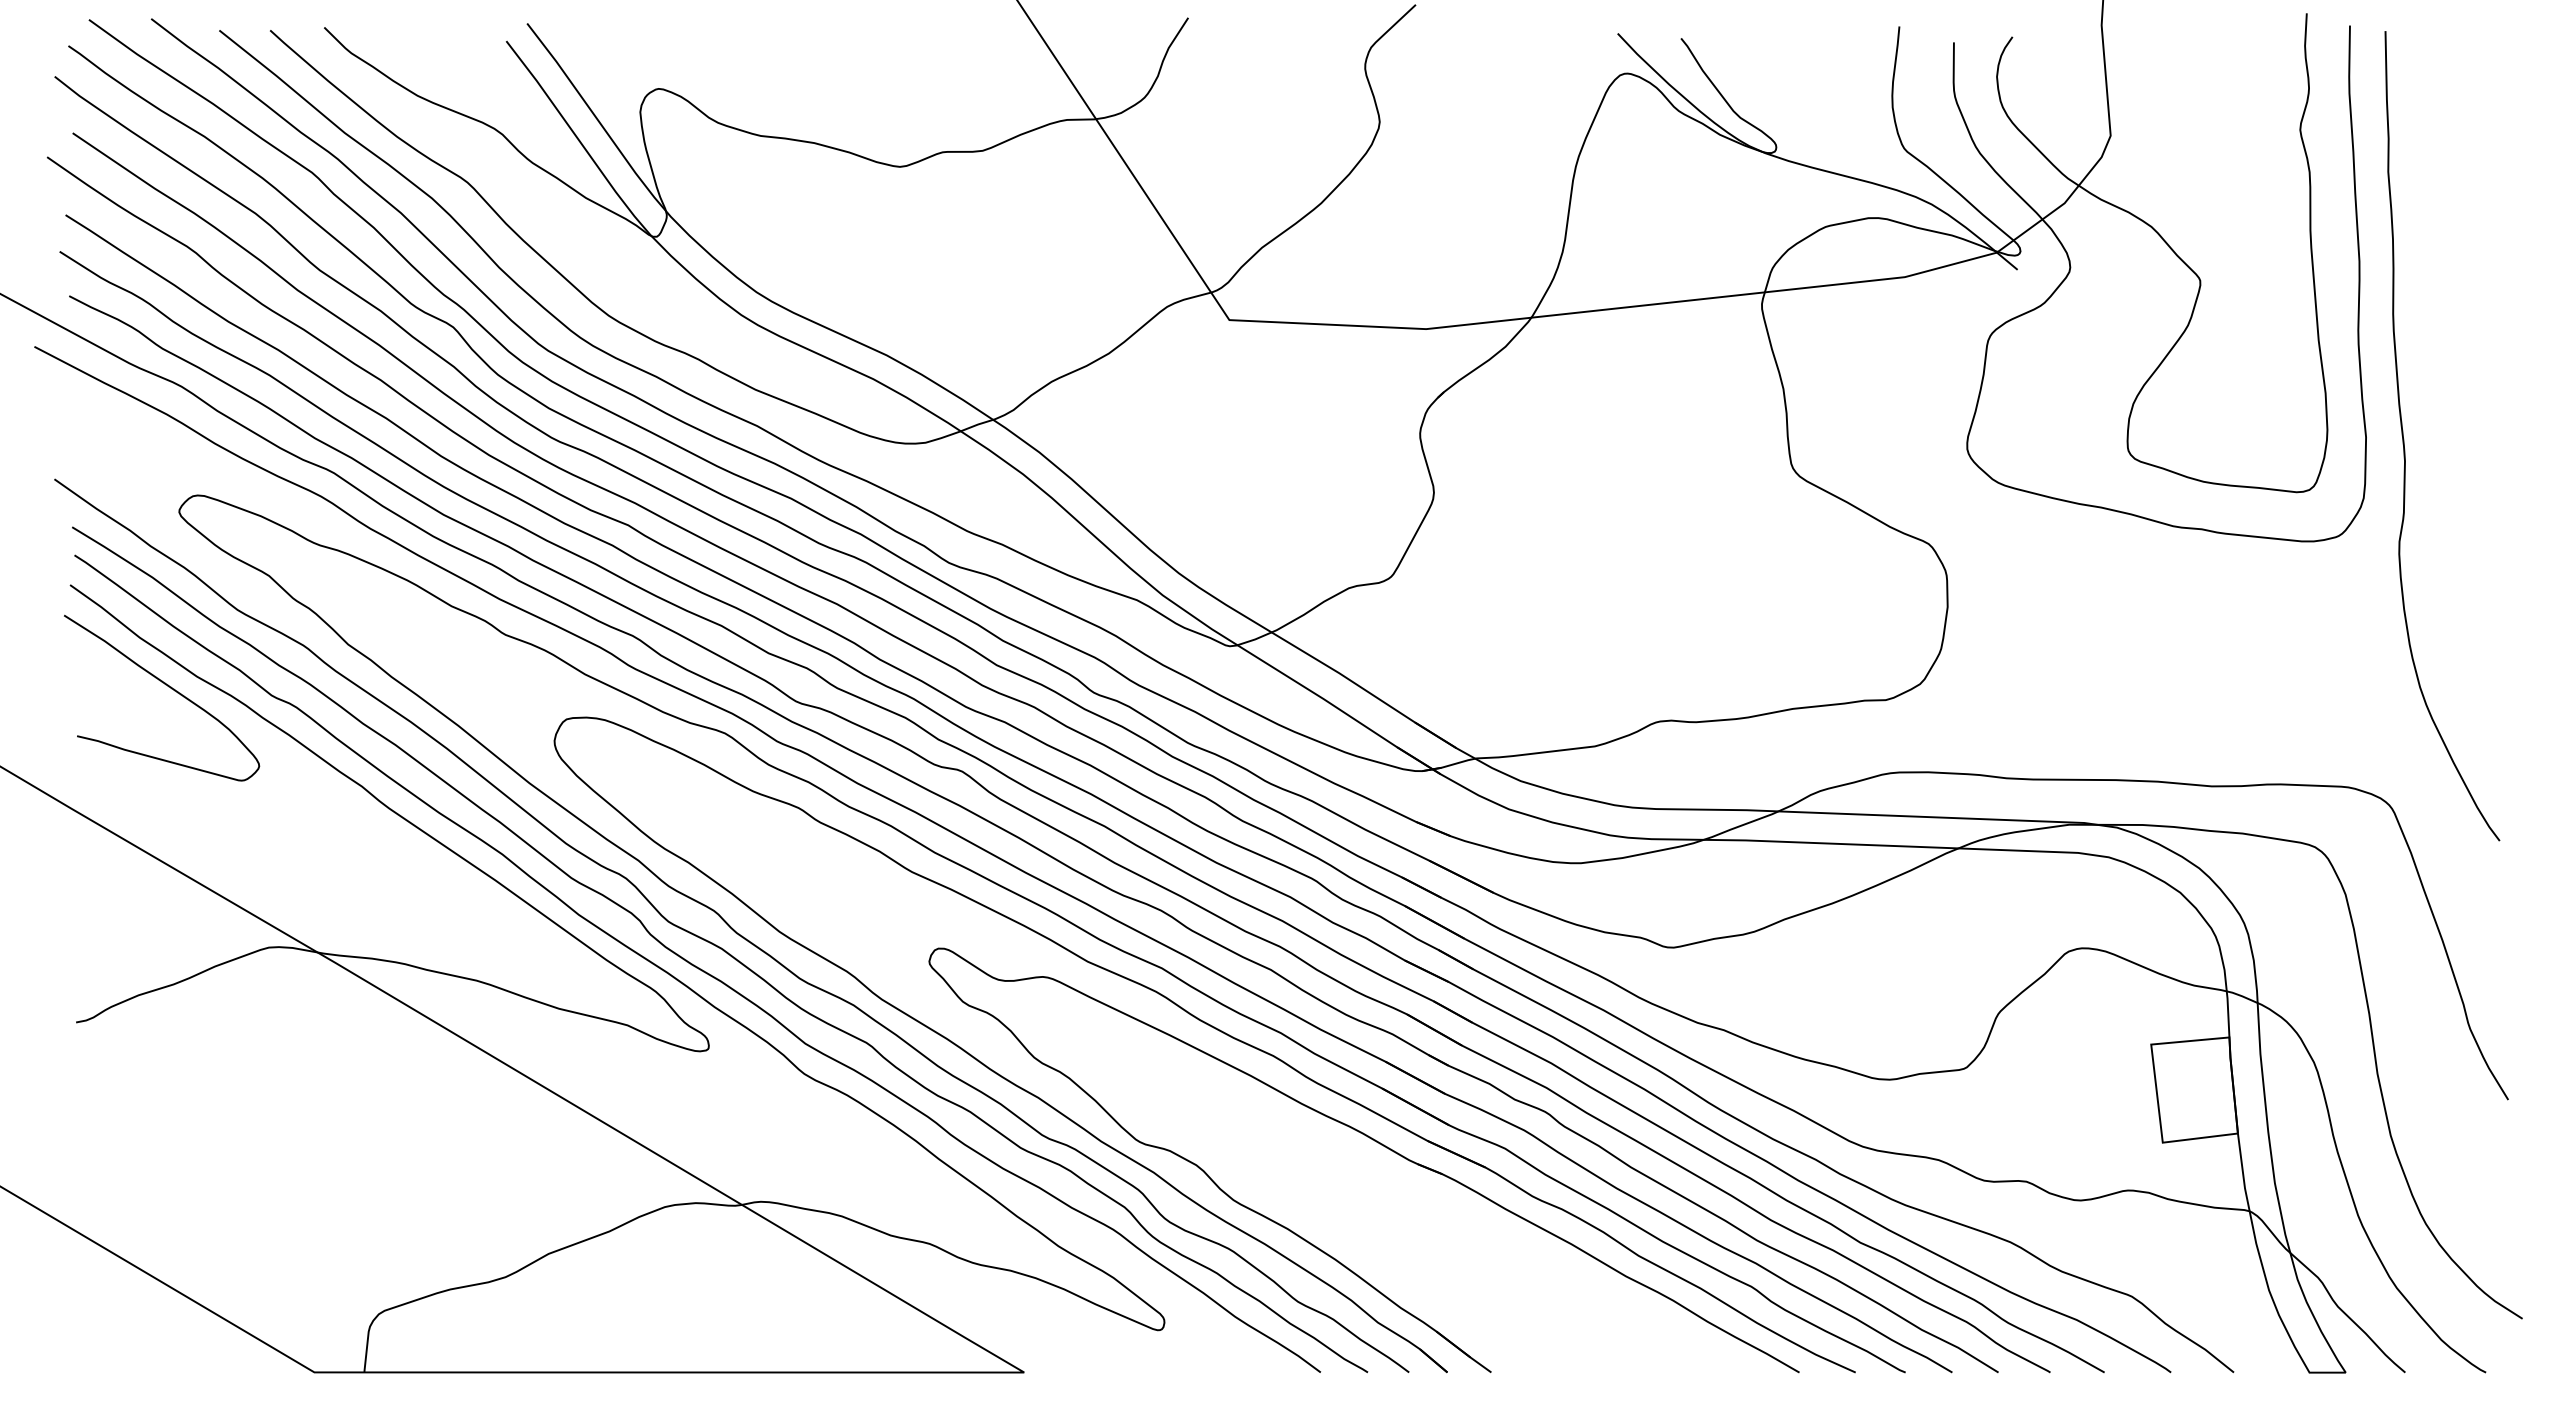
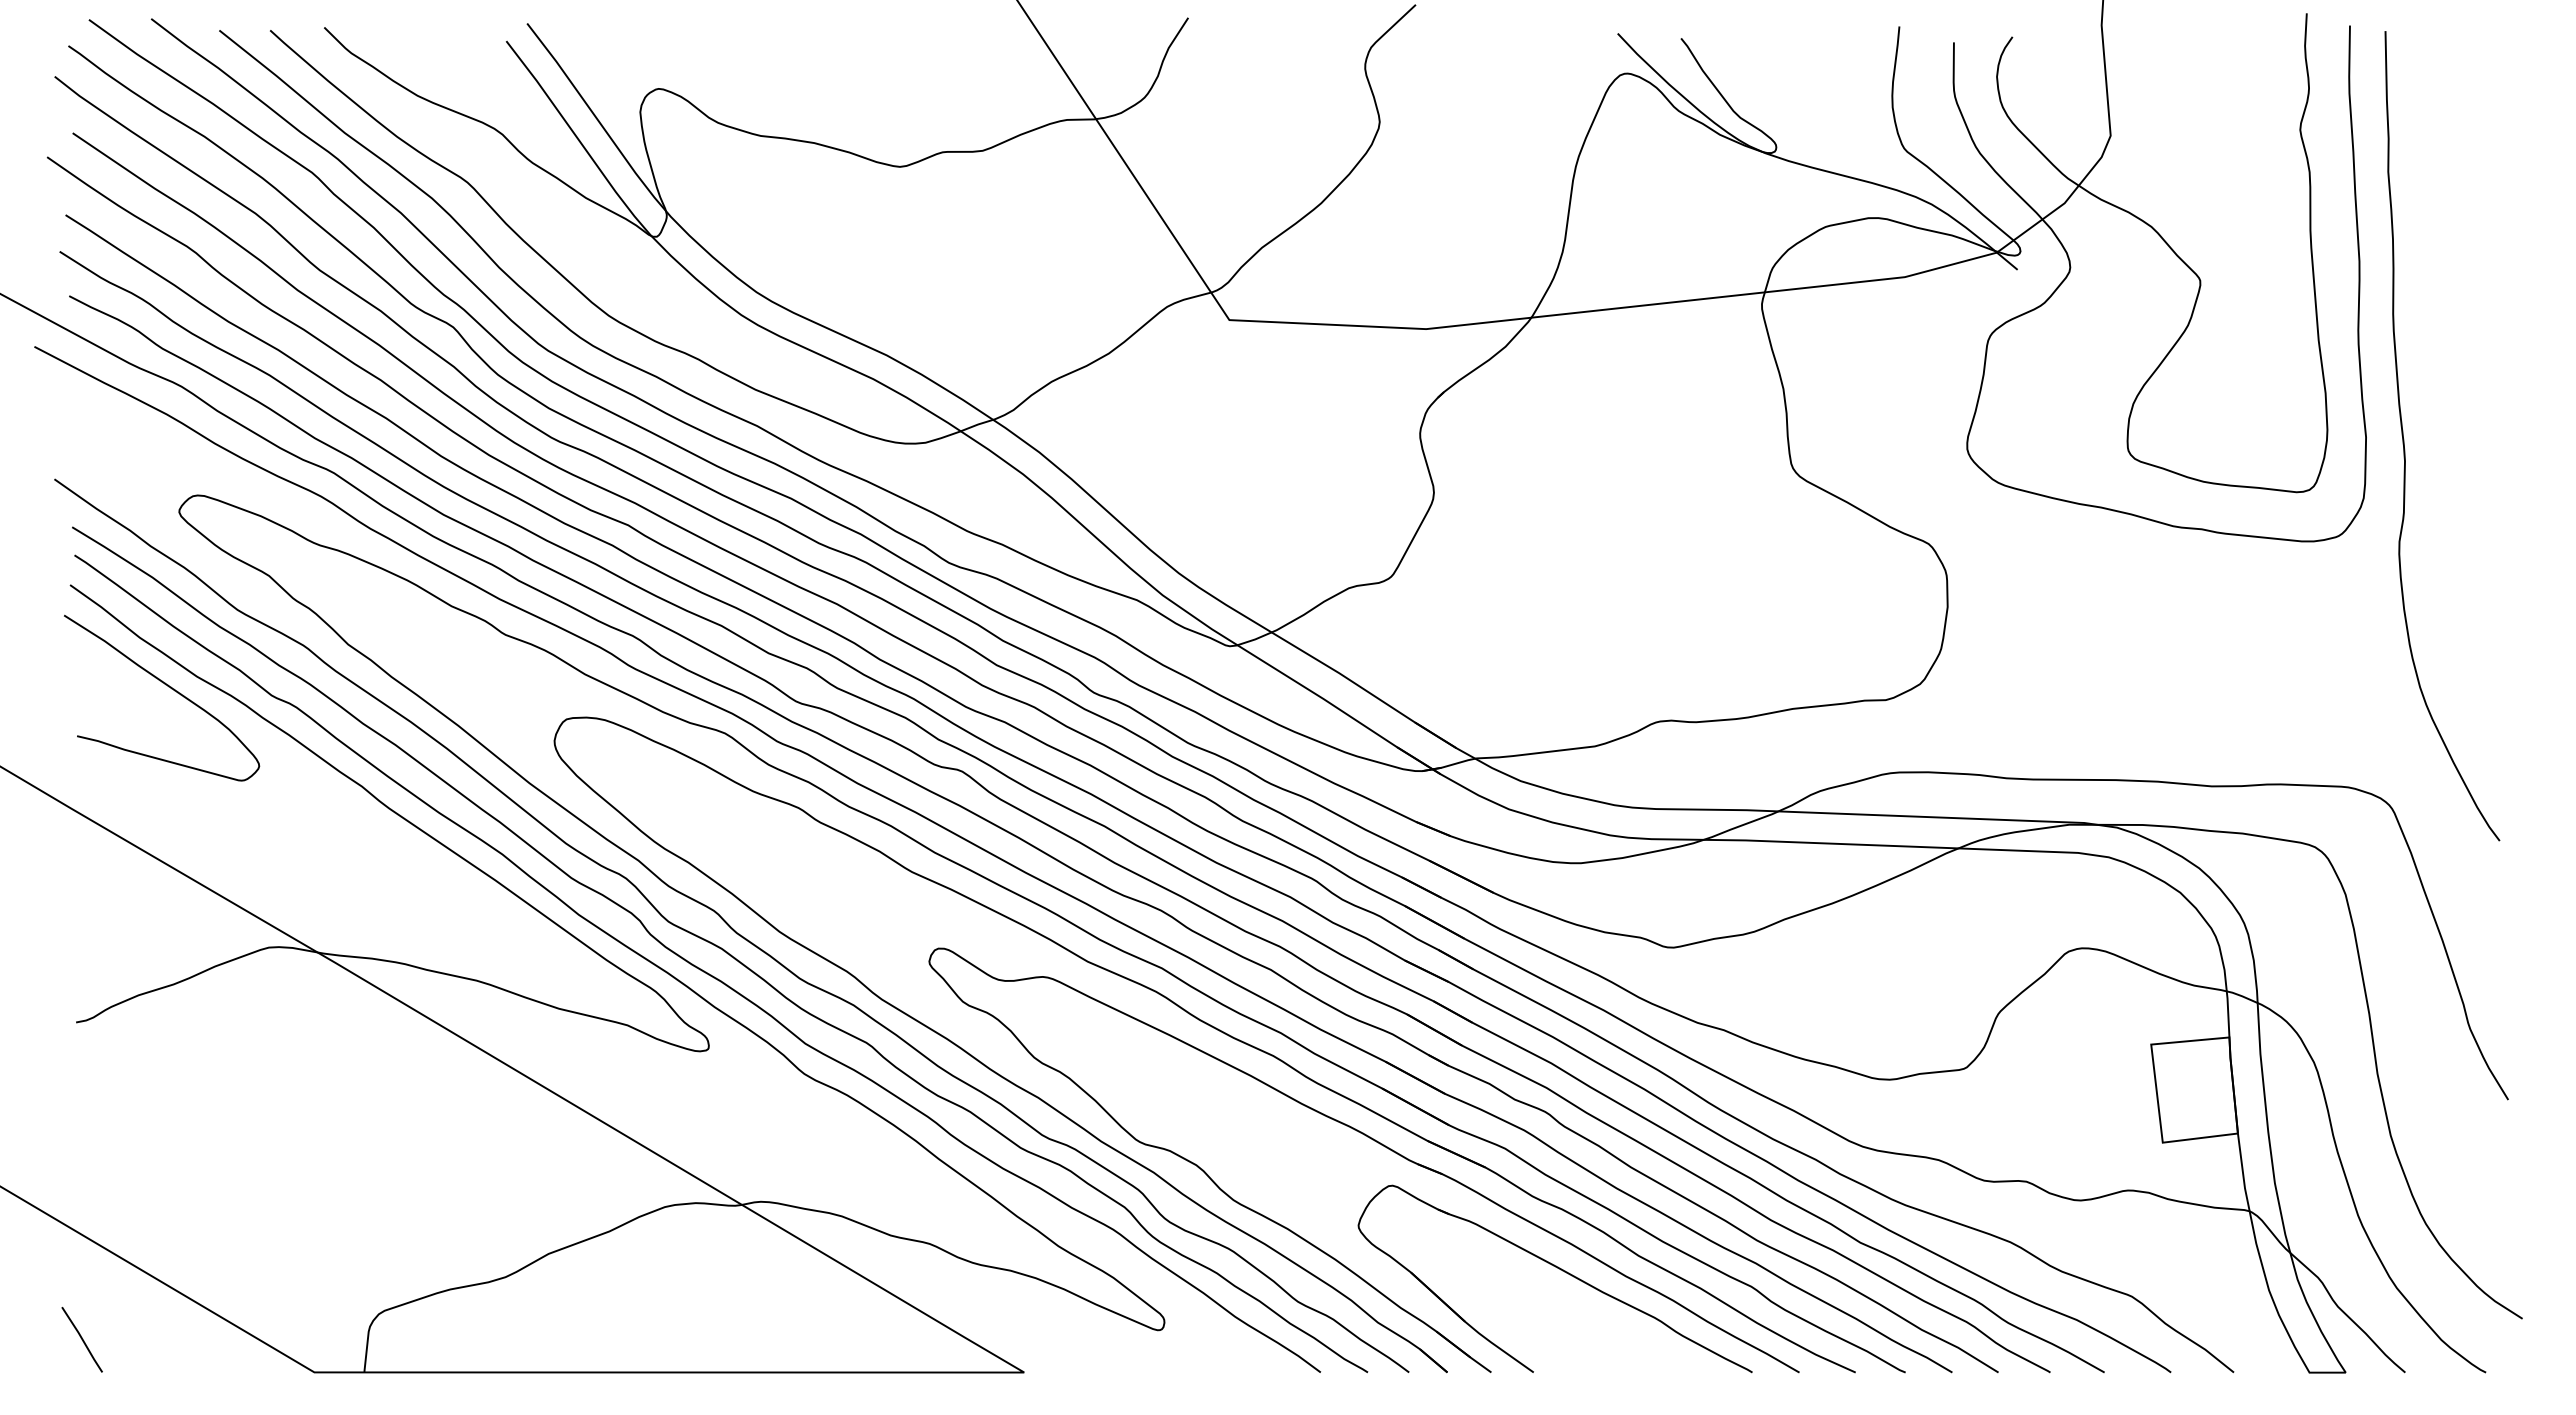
part at (1560, 1270): none -> present
line at (81, 1339): none -> present
